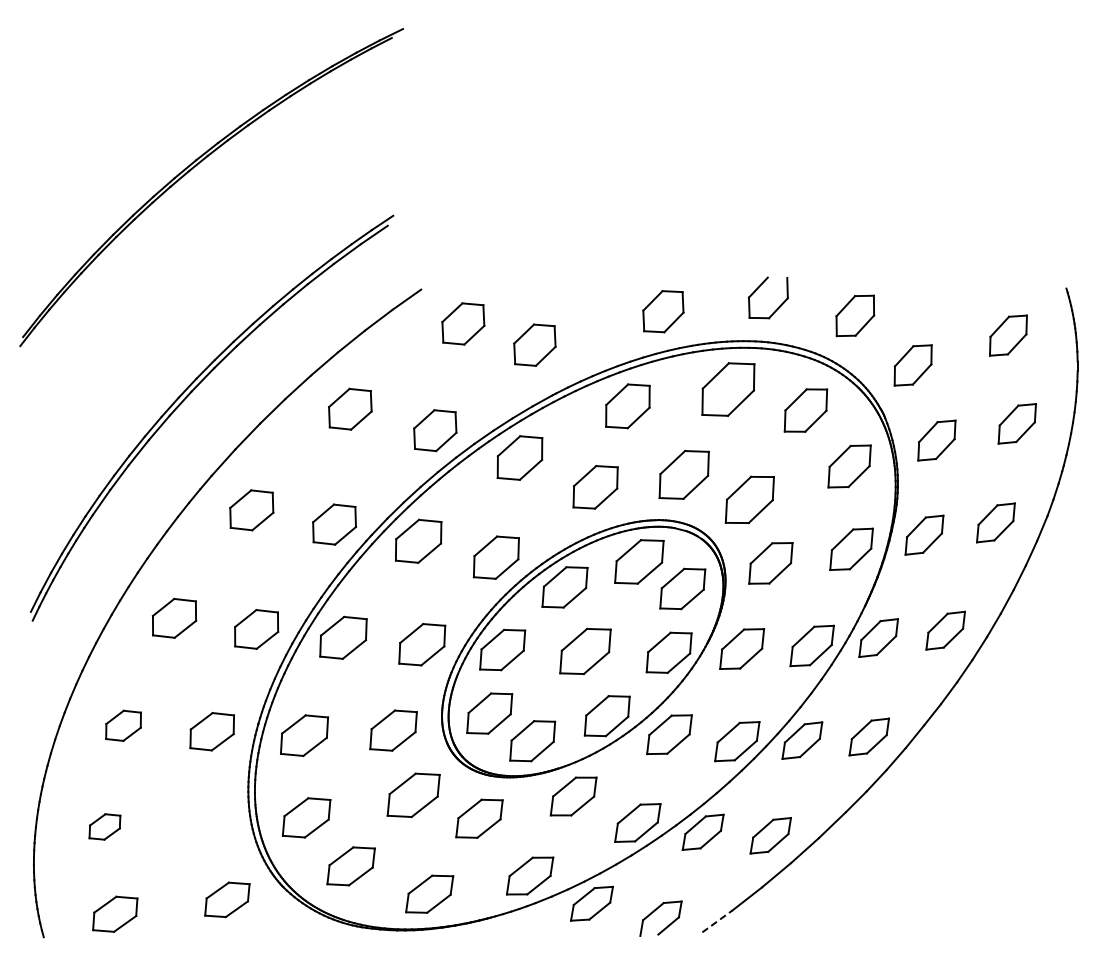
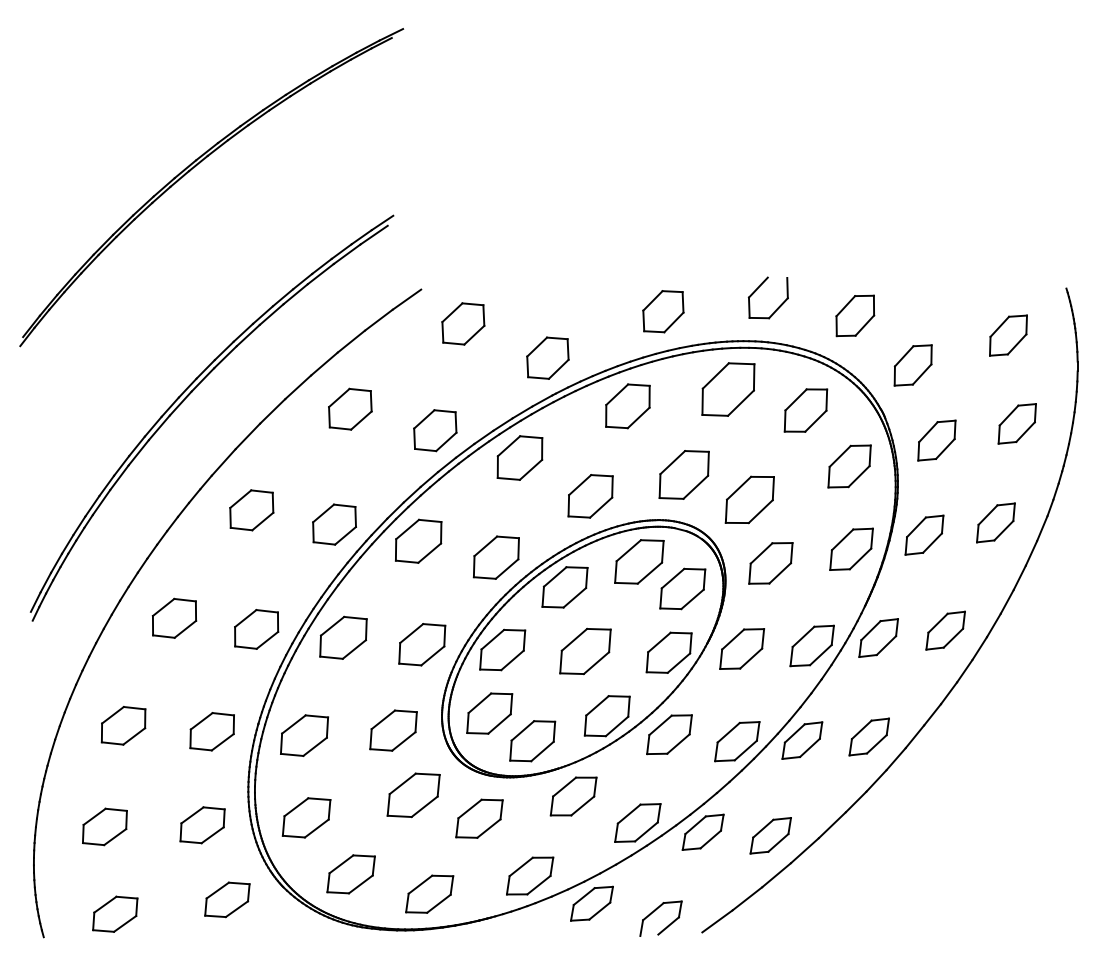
part at (534, 344) position: (534, 344) -> (547, 357)
part at (595, 487) position: (595, 487) -> (590, 496)
part at (123, 725) size: 37x33 px -> 47x40 px
part at (202, 825): none -> present
part at (104, 826) size: 34x28 px -> 46x40 px
part at (350, 866) position: (350, 866) -> (350, 874)
line at (717, 921): dashed -> solid
